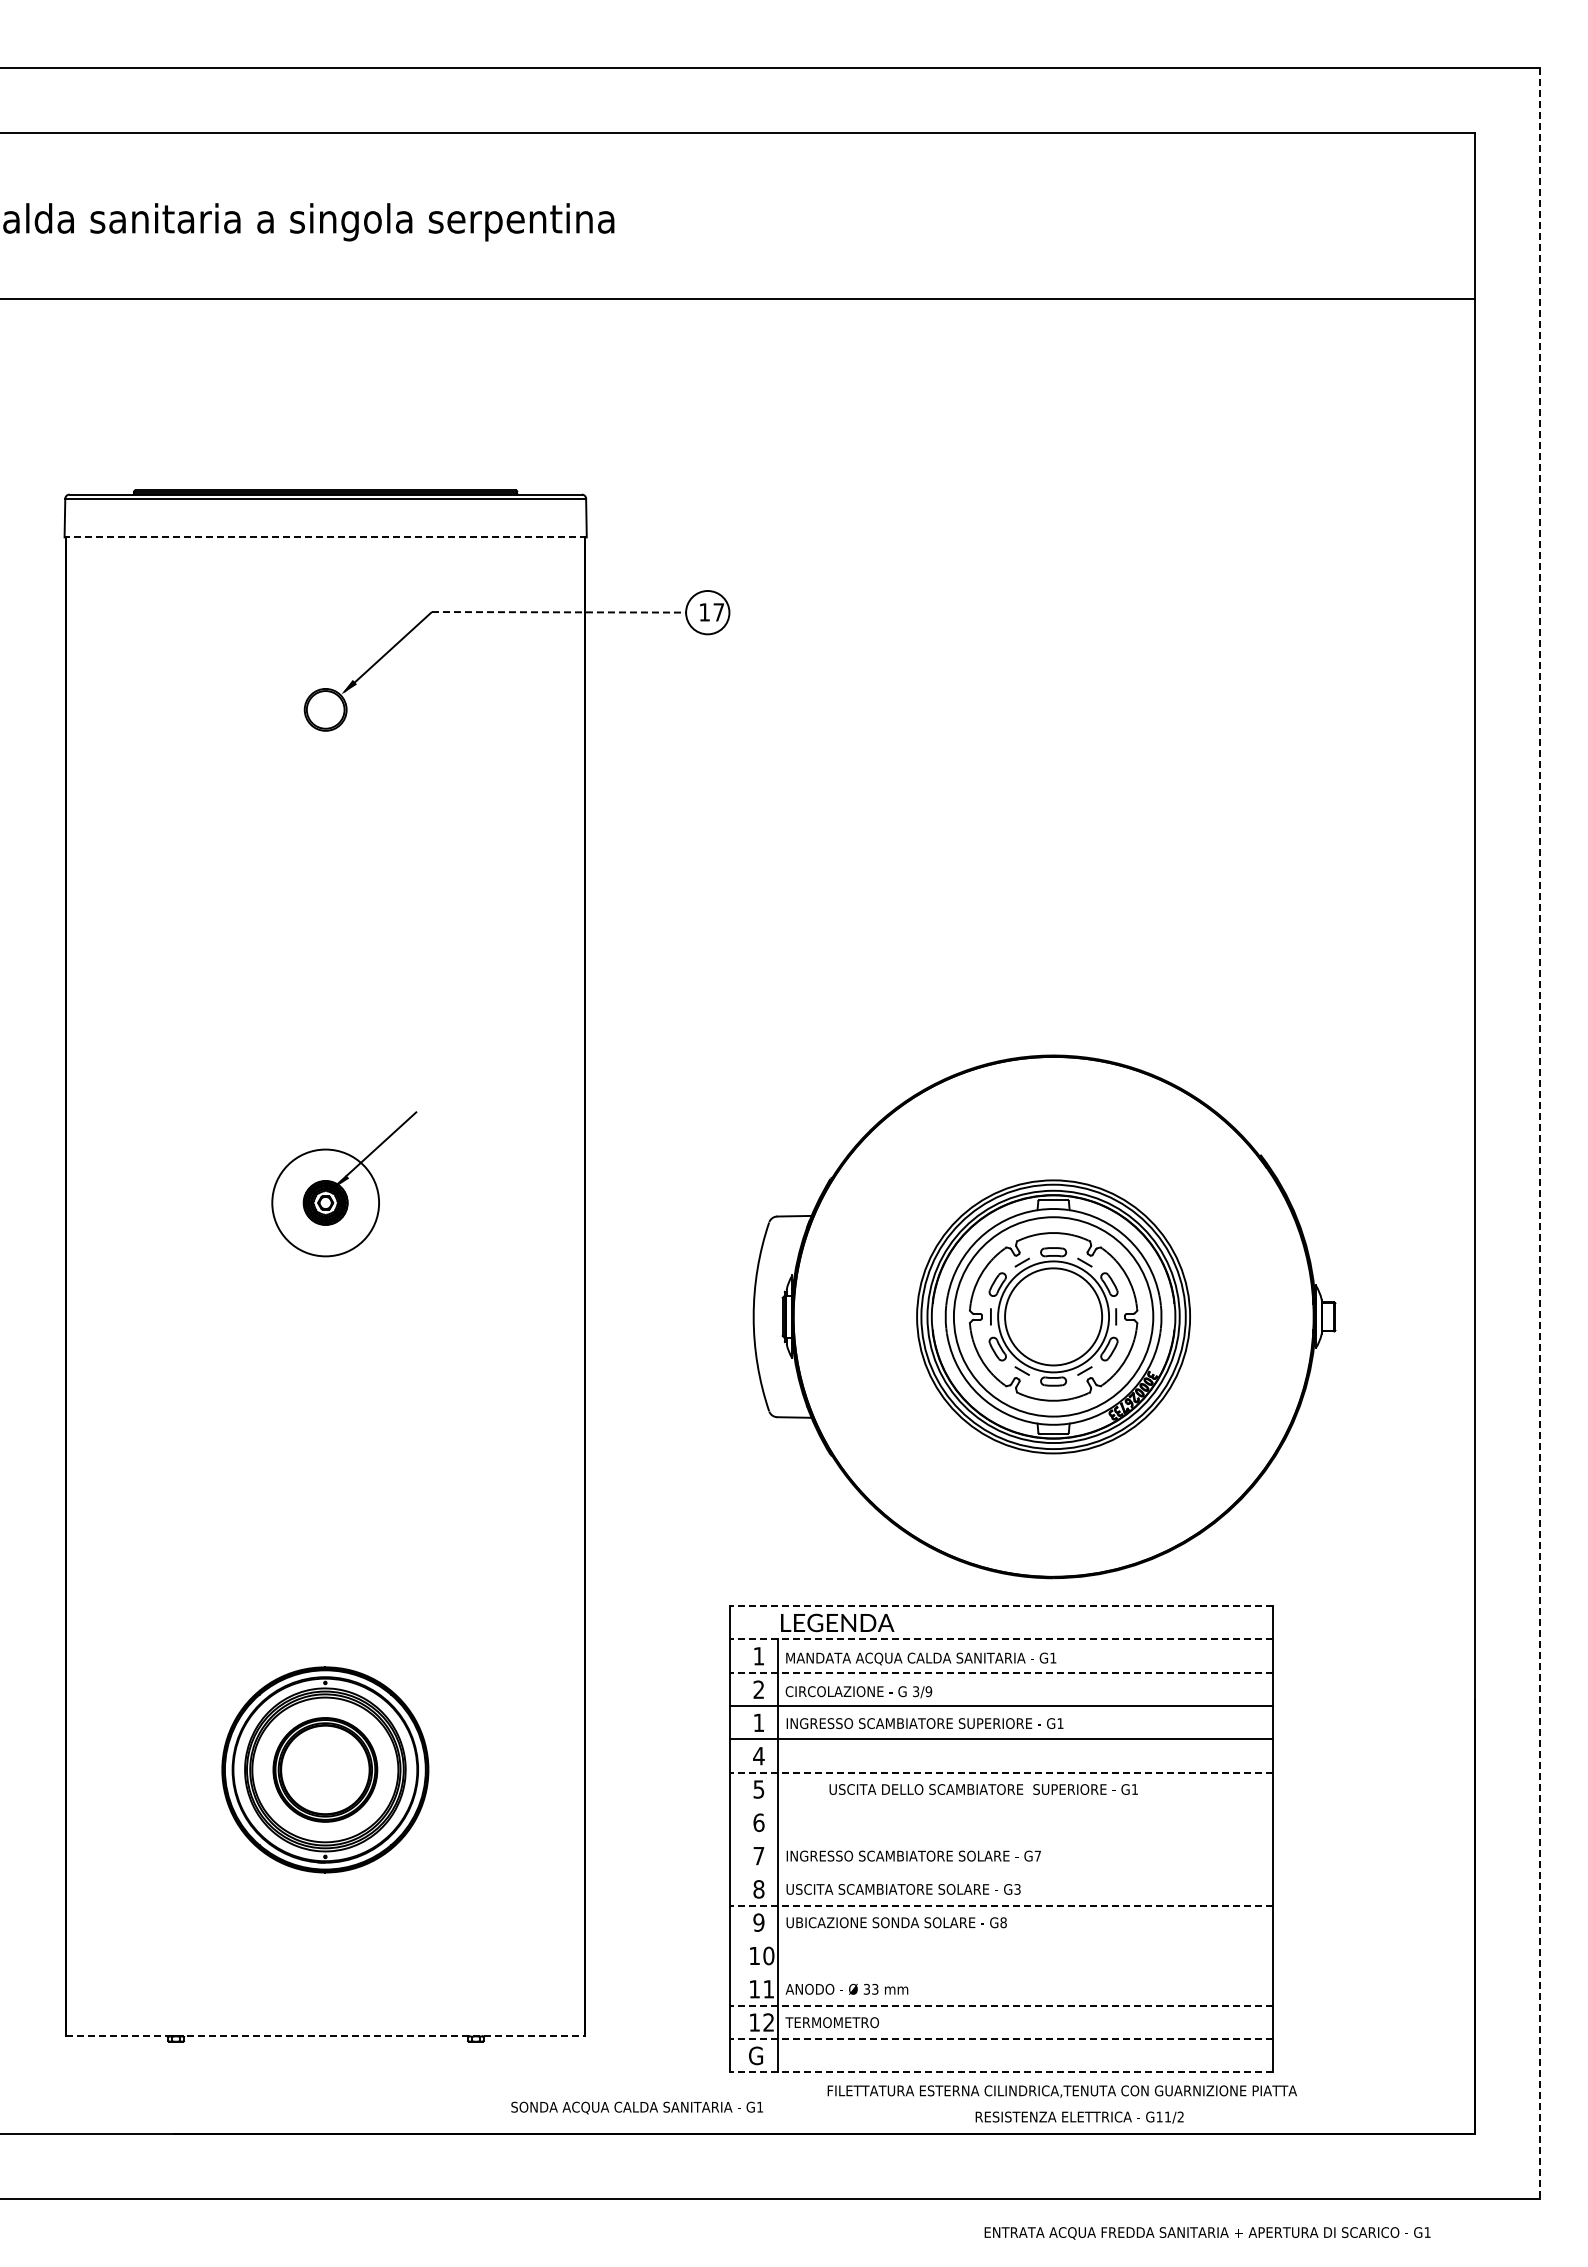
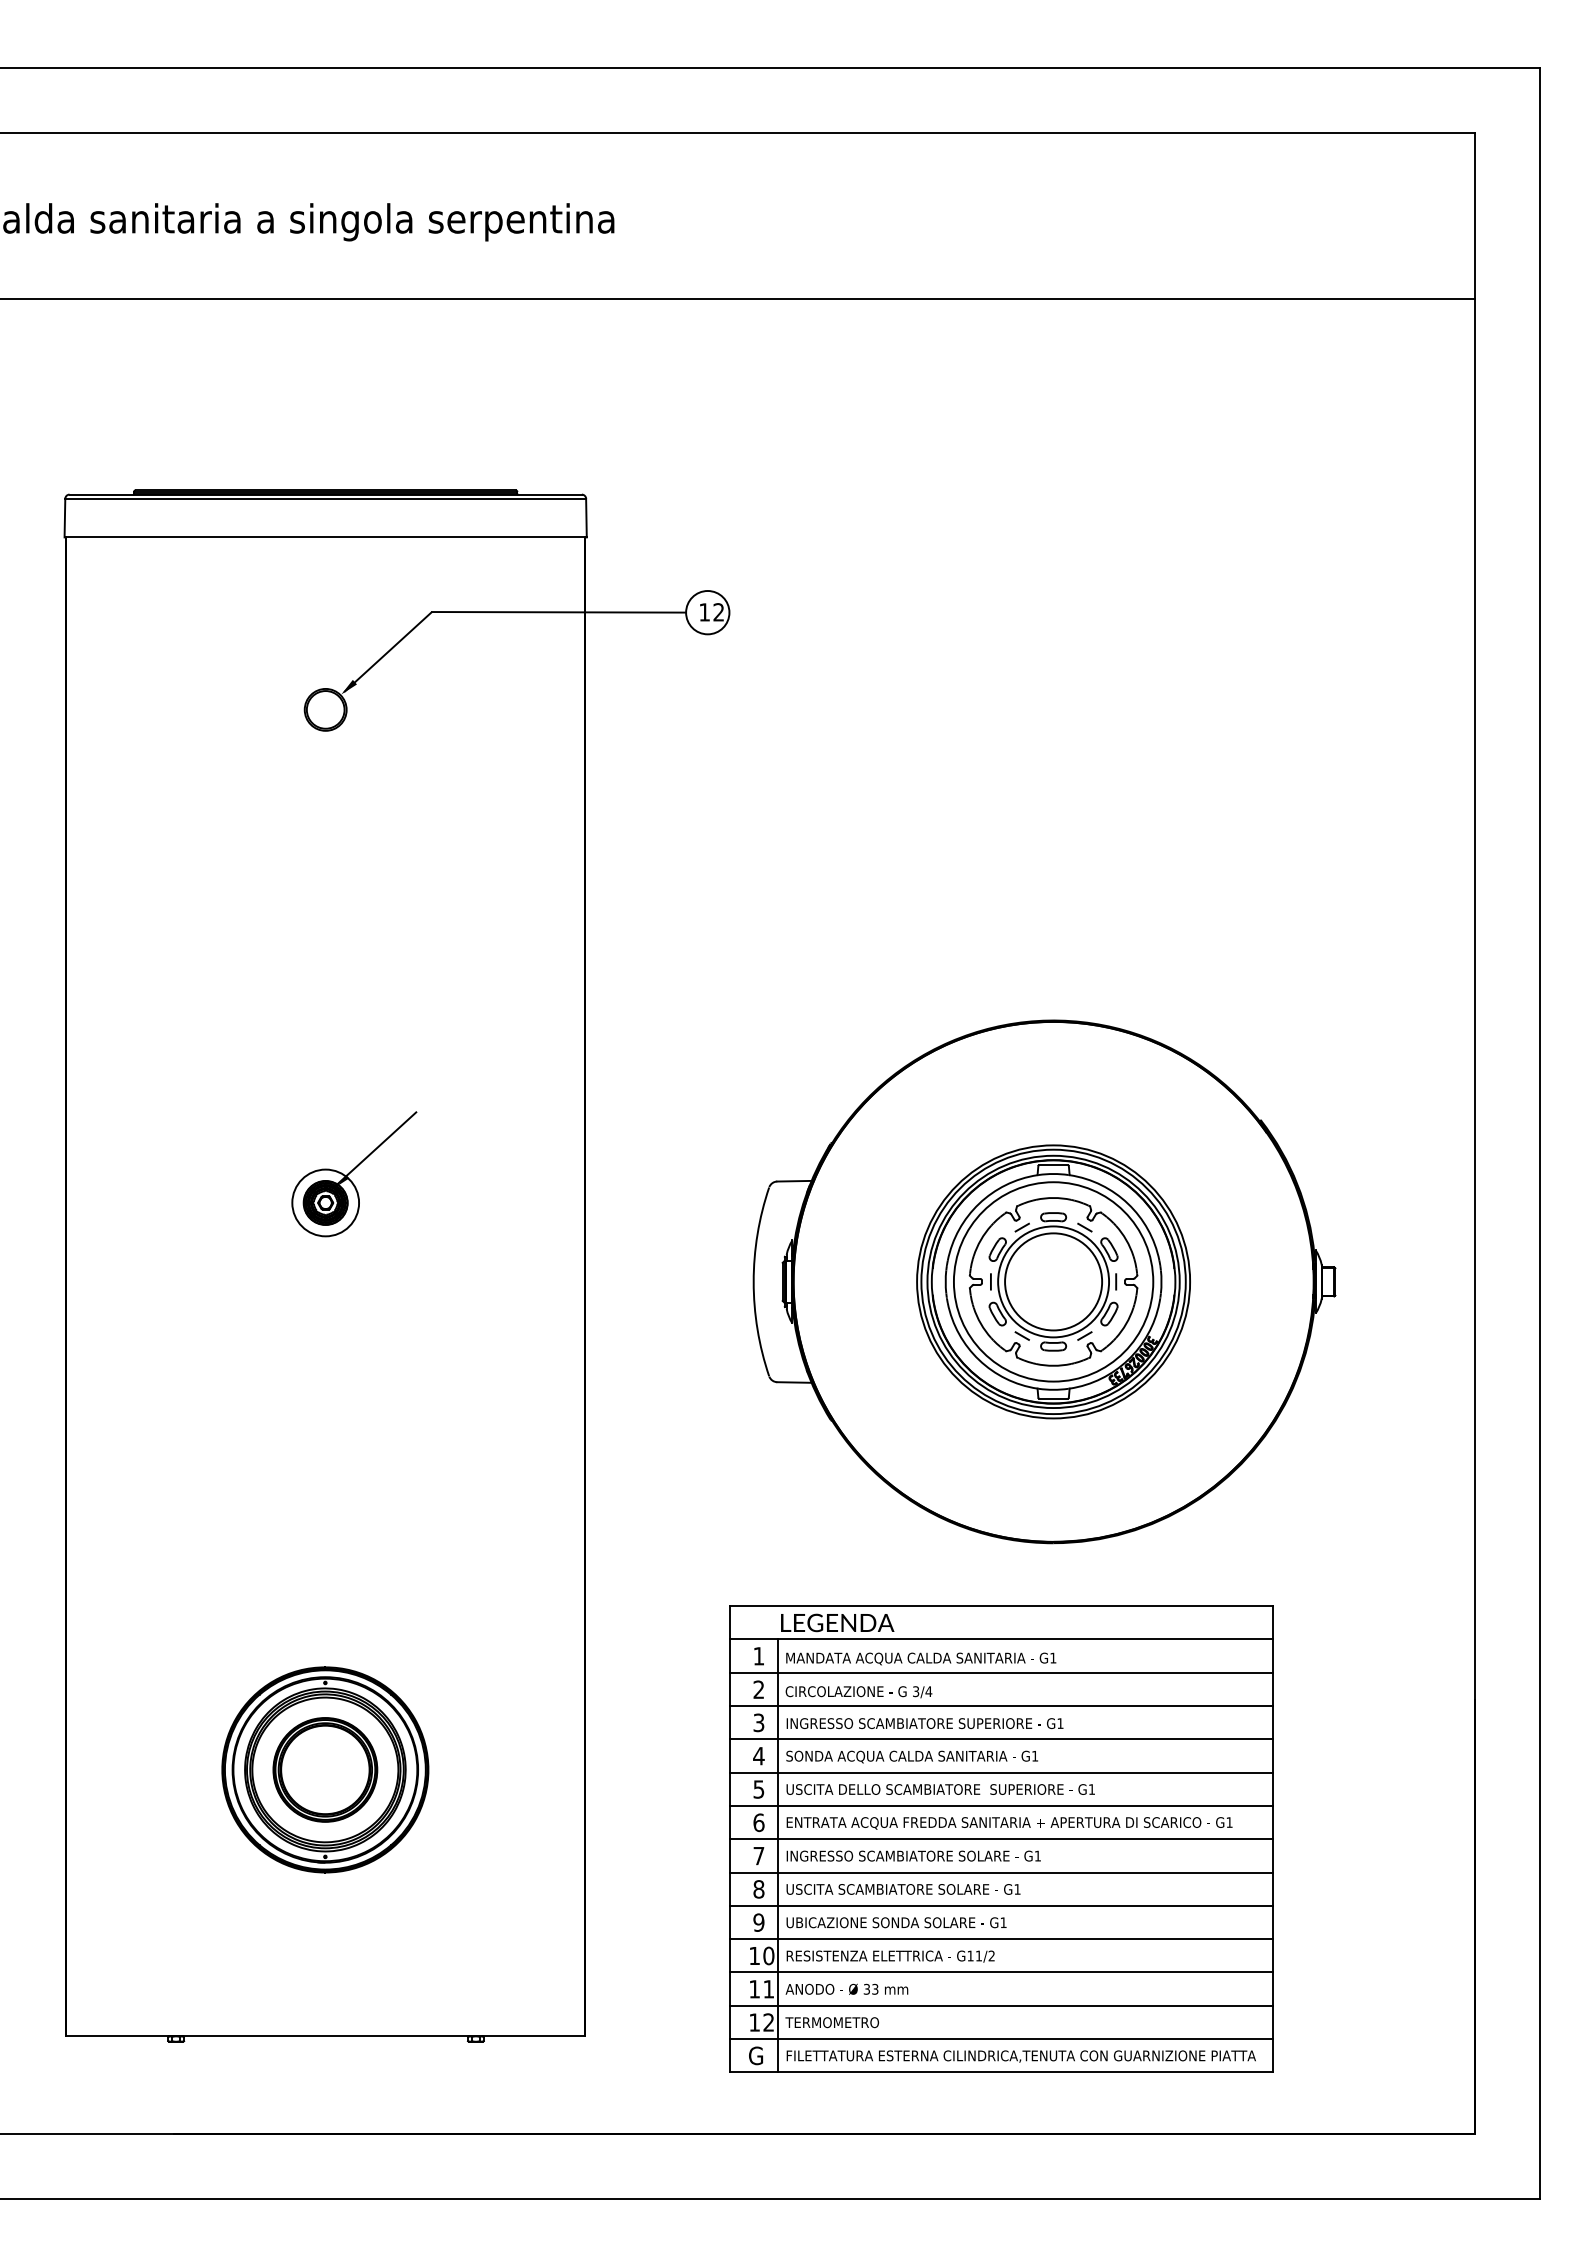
line at (325, 537): dashed -> solid
line at (558, 612): dashed -> solid
text at (718, 612): 17 -> 12
line at (1540, 1133): dashed -> solid
circle at (325, 1202) diameter: 107 px -> 67 px
part at (1044, 1316) position: (1044, 1316) -> (1044, 1281)
line at (1001, 1605): dashed -> solid
line at (1001, 1639): dashed -> solid
line at (1001, 1672): dashed -> solid
text at (928, 1691): 3/9 -> 3/4
text at (758, 1722): 1 -> 3
line at (1001, 1772): dashed -> solid
text at (983, 1789) position: (983, 1789) -> (940, 1789)
line at (1001, 1805): none -> present
line at (1001, 1839): none -> present
text at (1037, 1855): G7 -> G1
line at (1001, 1872): none -> present
text at (1017, 1889): G3 -> G1
line at (1001, 1905): dashed -> solid
text at (1003, 1922): G8 -> G1
line at (1001, 1939): none -> present
line at (1001, 1972): none -> present
line at (1001, 2005): dashed -> solid
line at (325, 2036): dashed -> solid
line at (1001, 2039): dashed -> solid
line at (1001, 2072): dashed -> solid
text at (1061, 2091) position: (1061, 2091) -> (1020, 2056)
text at (636, 2107) position: (636, 2107) -> (911, 1756)
text at (1079, 2117) position: (1079, 2117) -> (890, 1956)
text at (1207, 2233) position: (1207, 2233) -> (1009, 1823)
